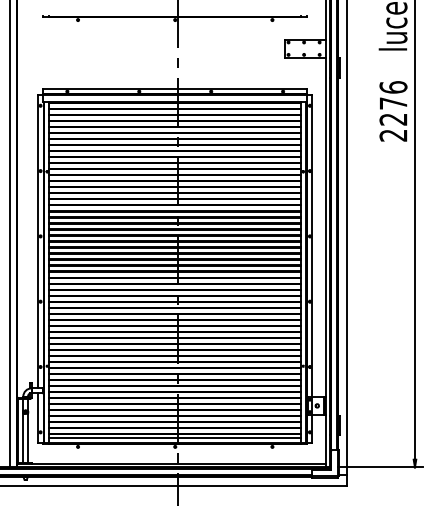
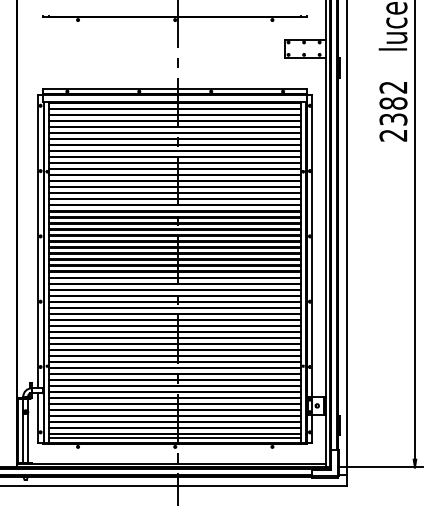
text at (393, 103): 2276 -> 2382
line at (10, 234): present -> none
